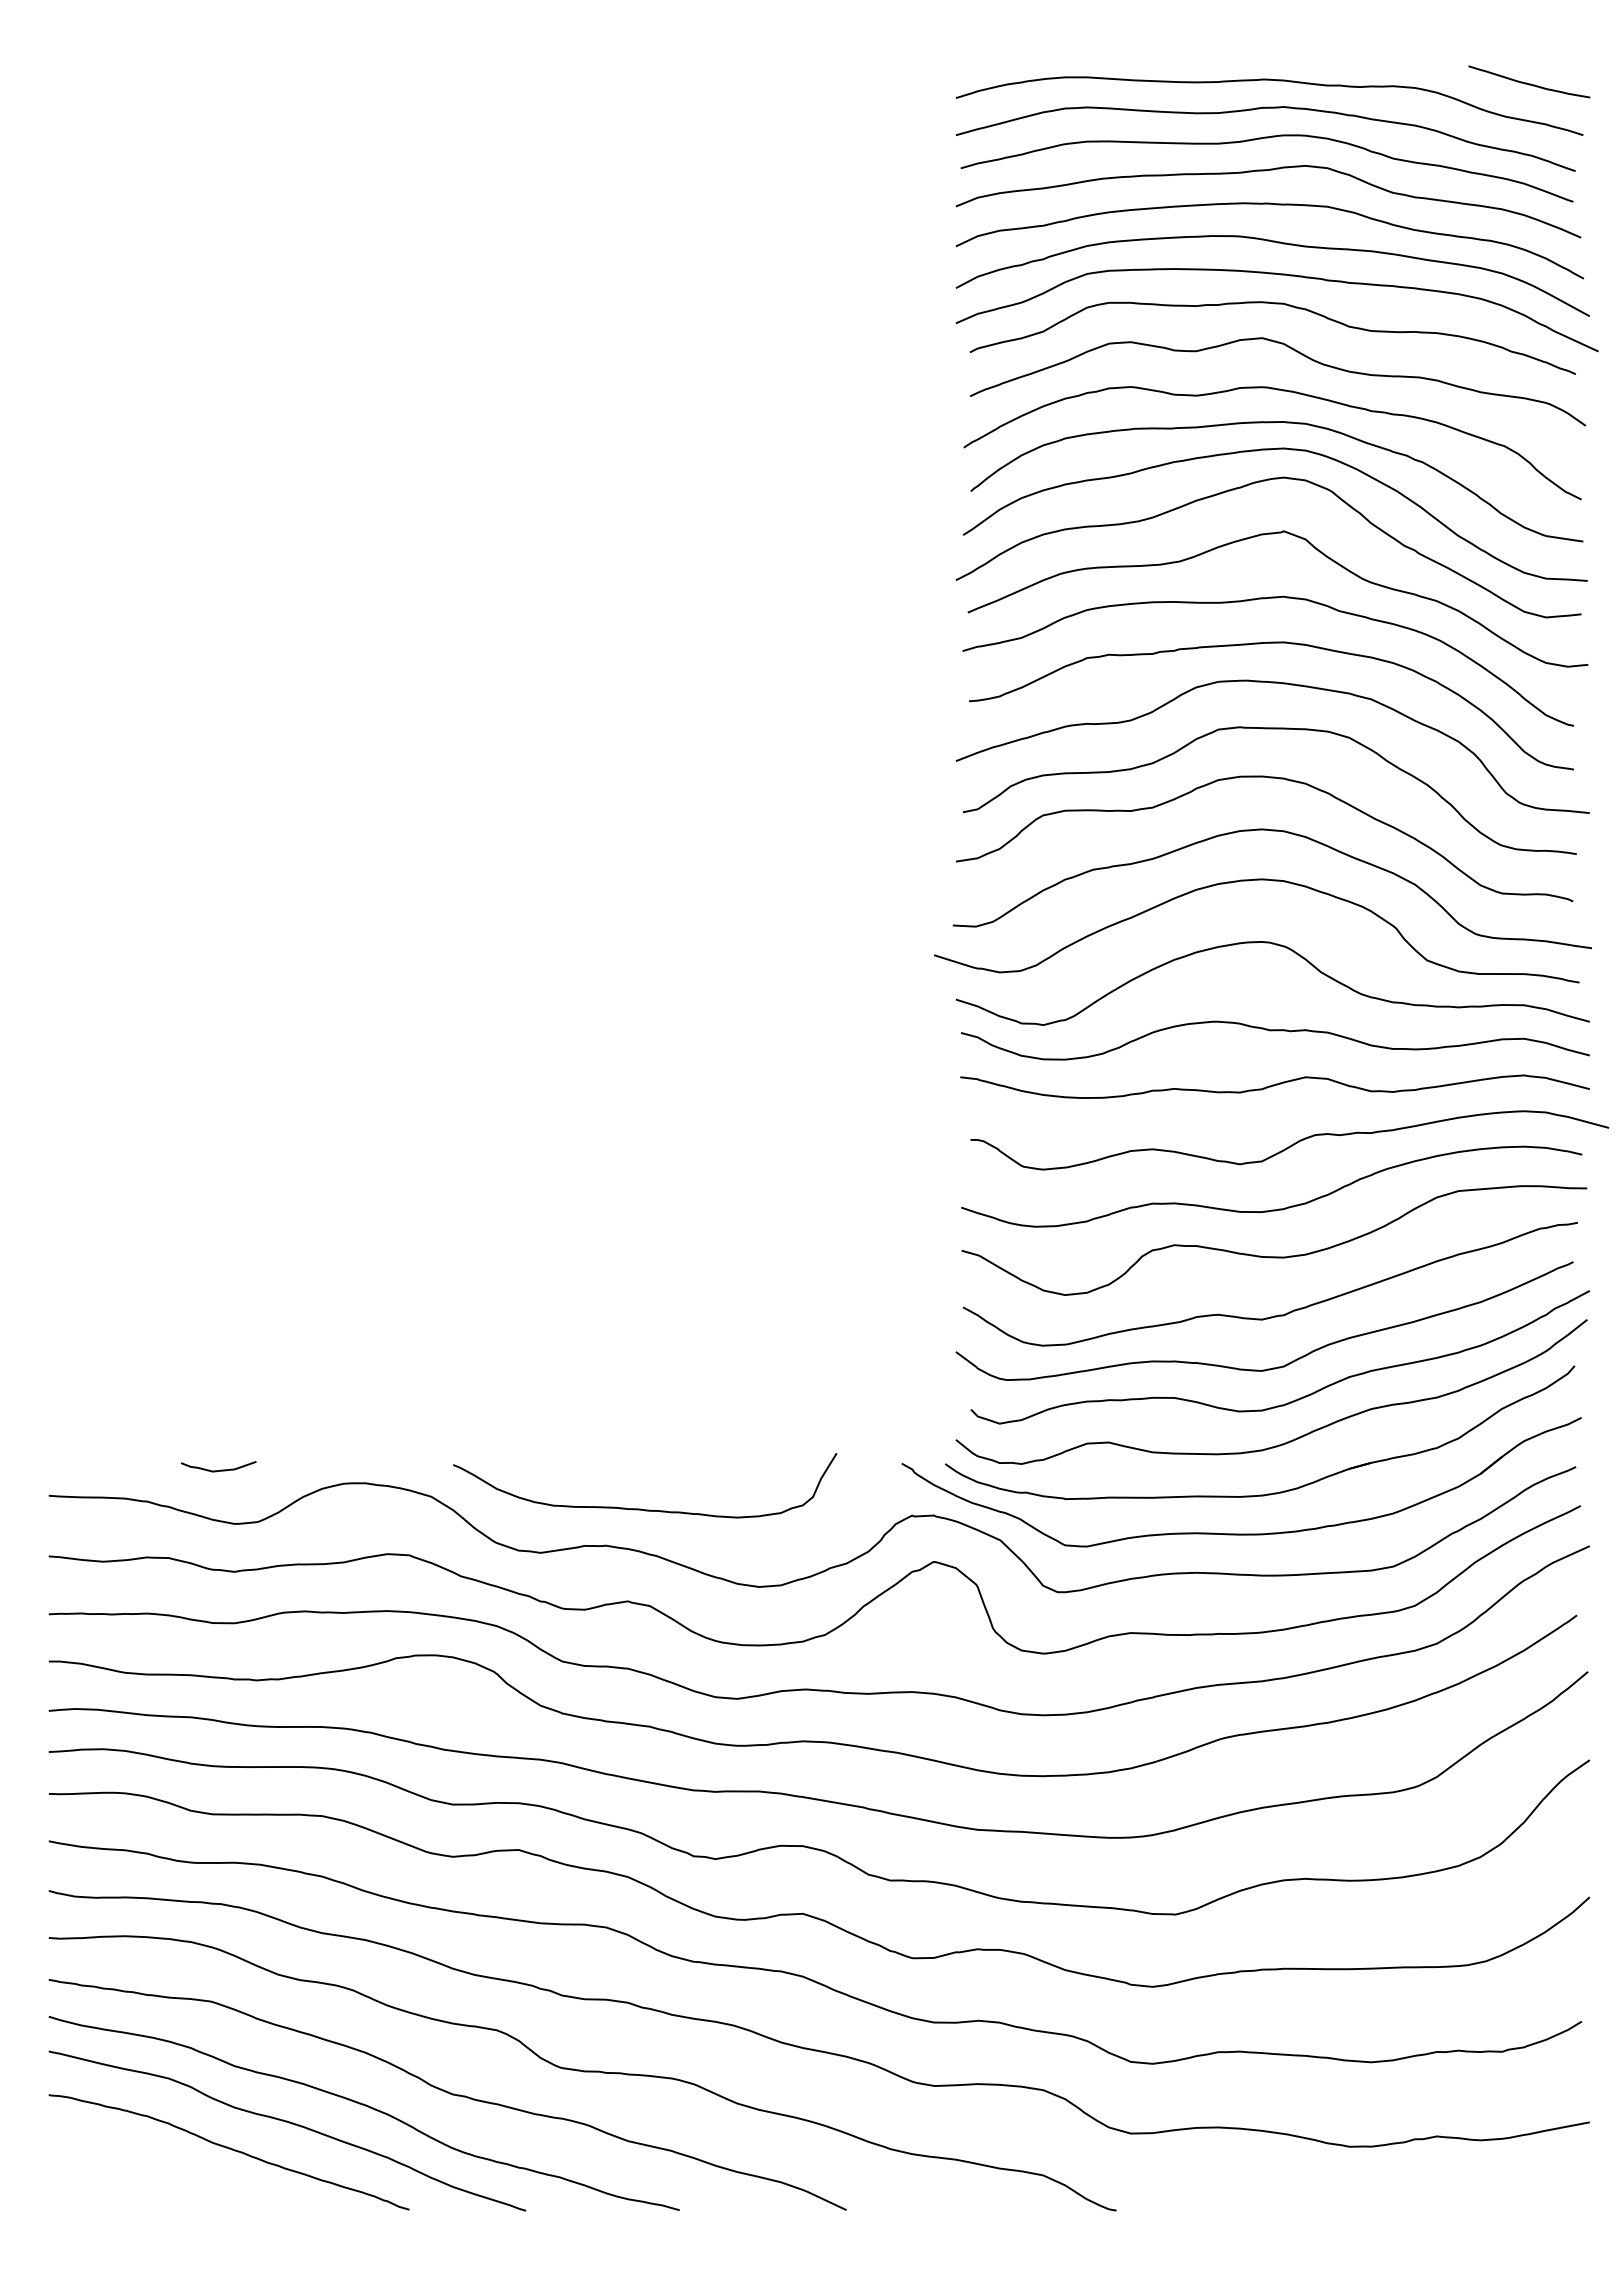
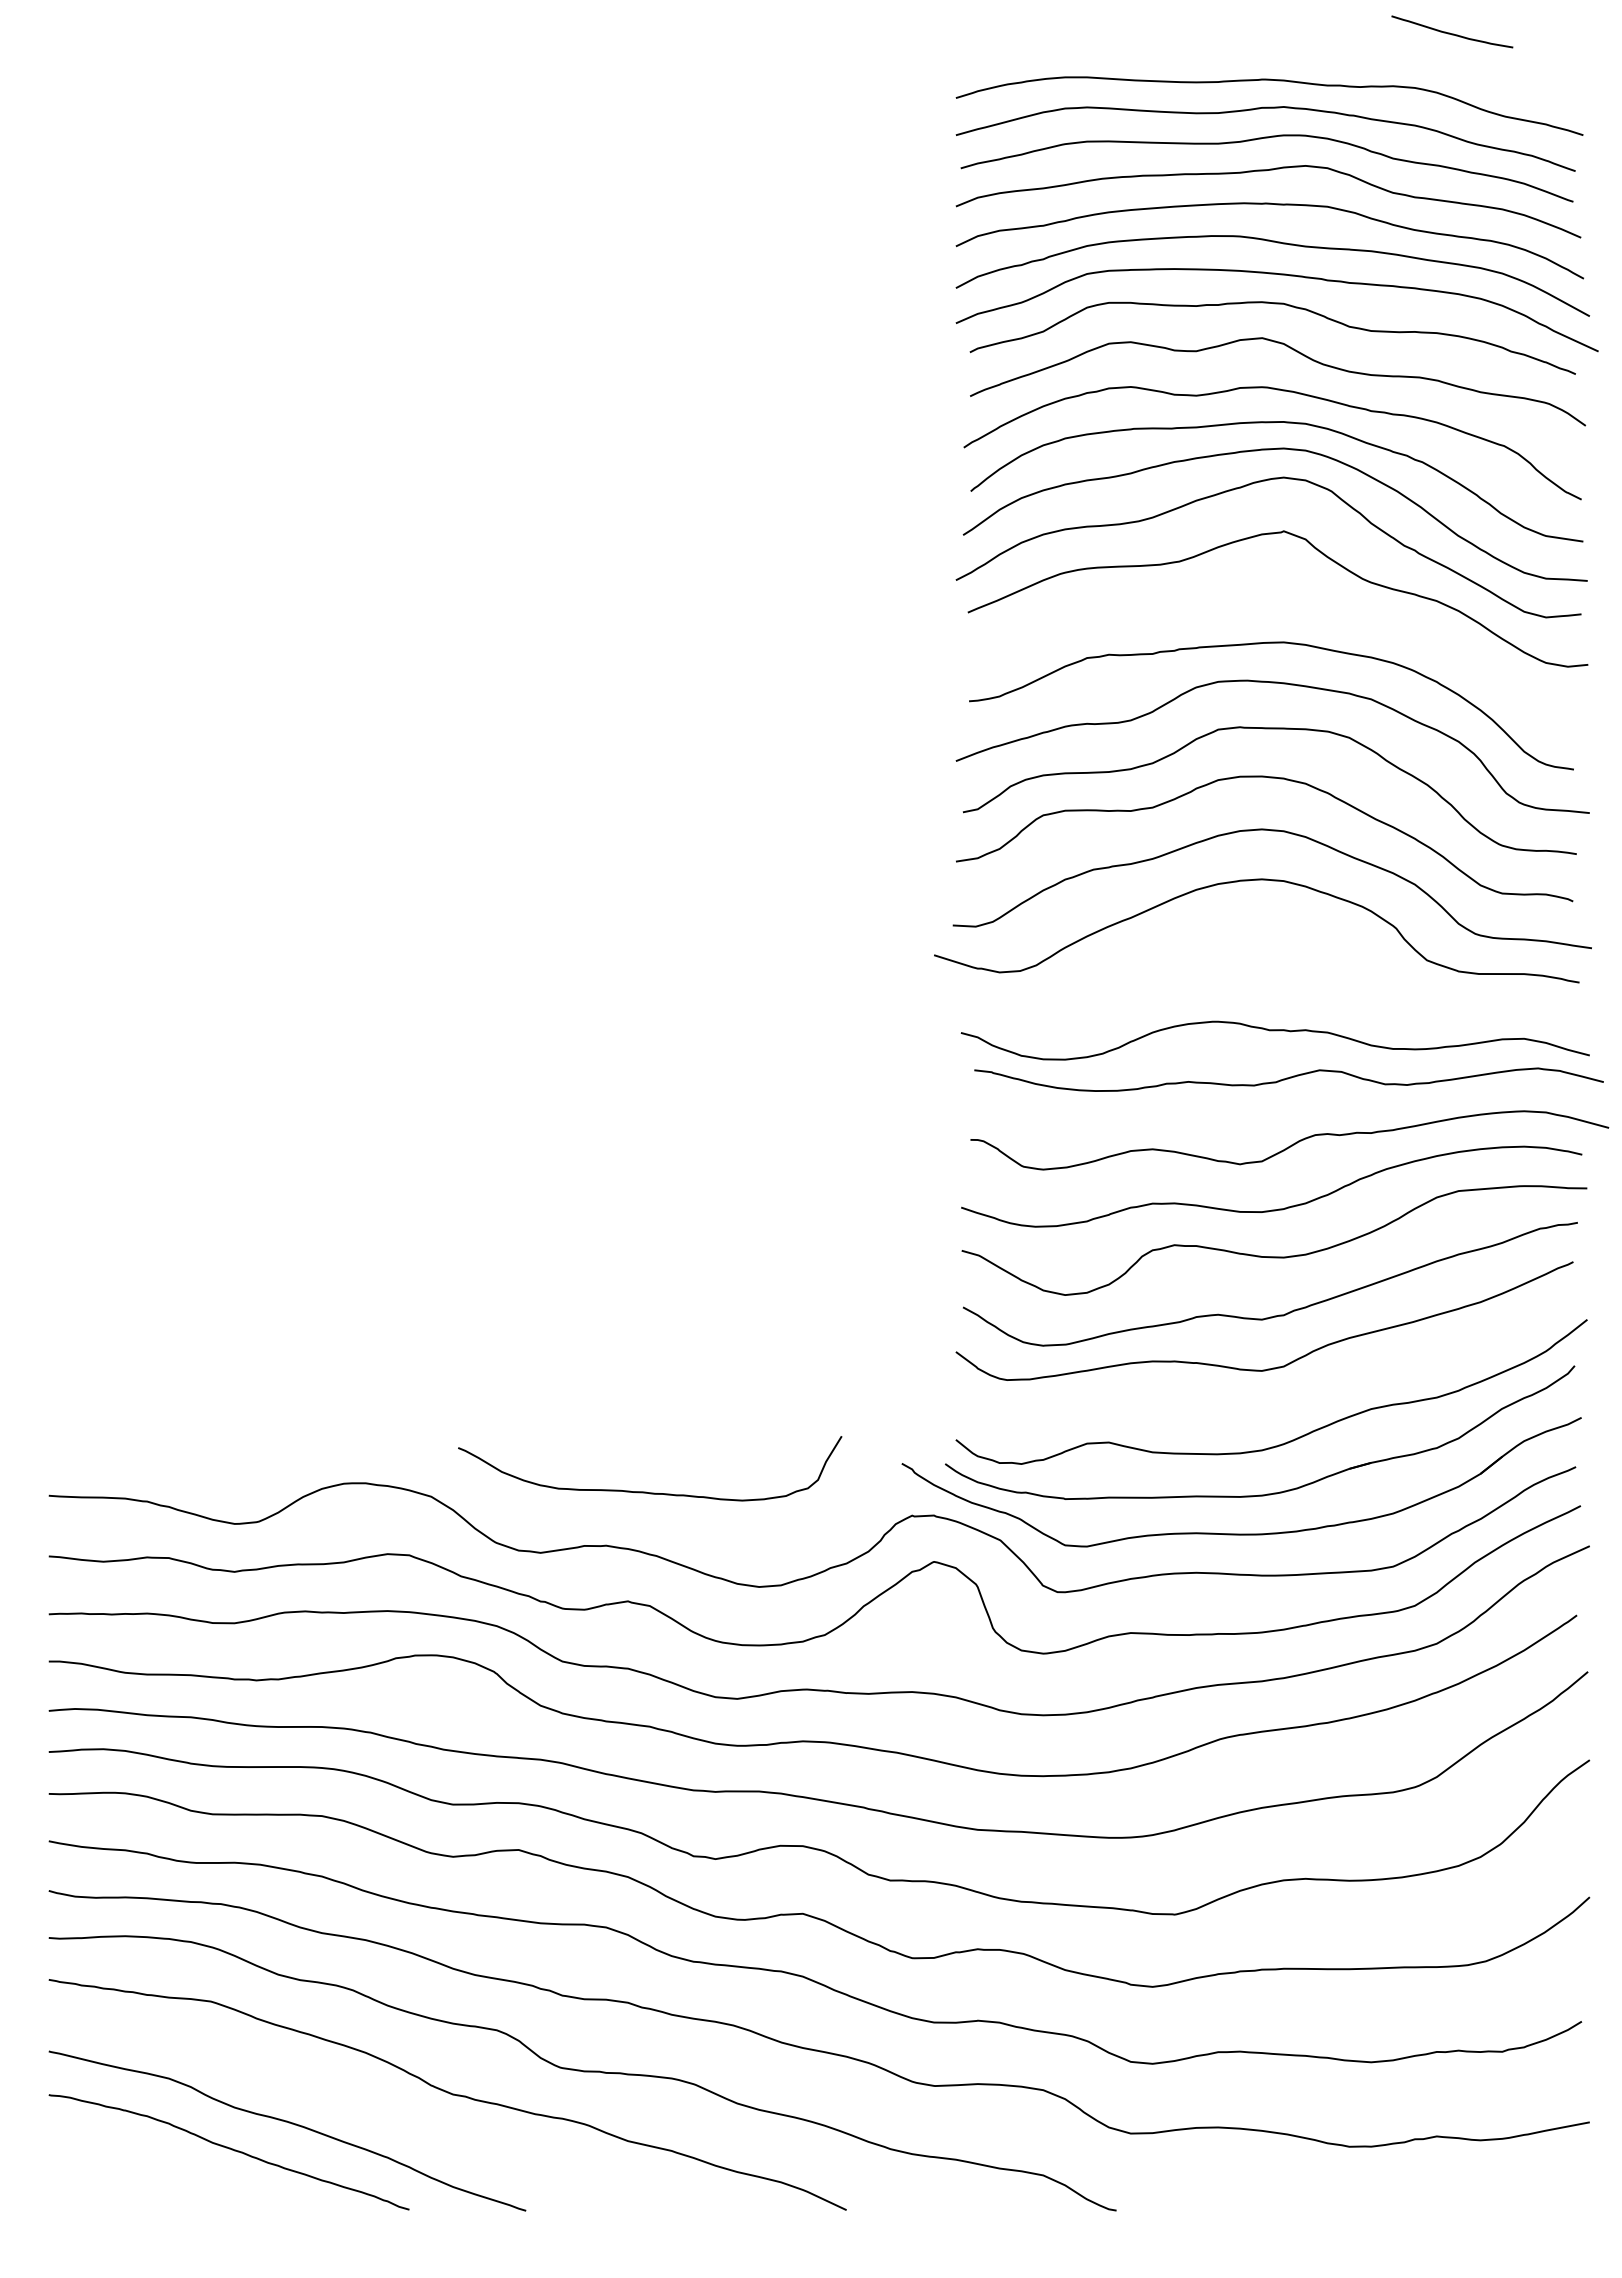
curve at (1529, 83) position: (1529, 83) -> (1452, 33)
curve at (1265, 599): present -> none
curve at (1293, 952): present -> none
curve at (1274, 1086) position: (1274, 1086) -> (1288, 1079)
curve at (1292, 1400): present -> none
curve at (220, 1469): present -> none
curve at (641, 1508) position: (641, 1508) -> (646, 1491)
curve at (365, 2106): present -> none
